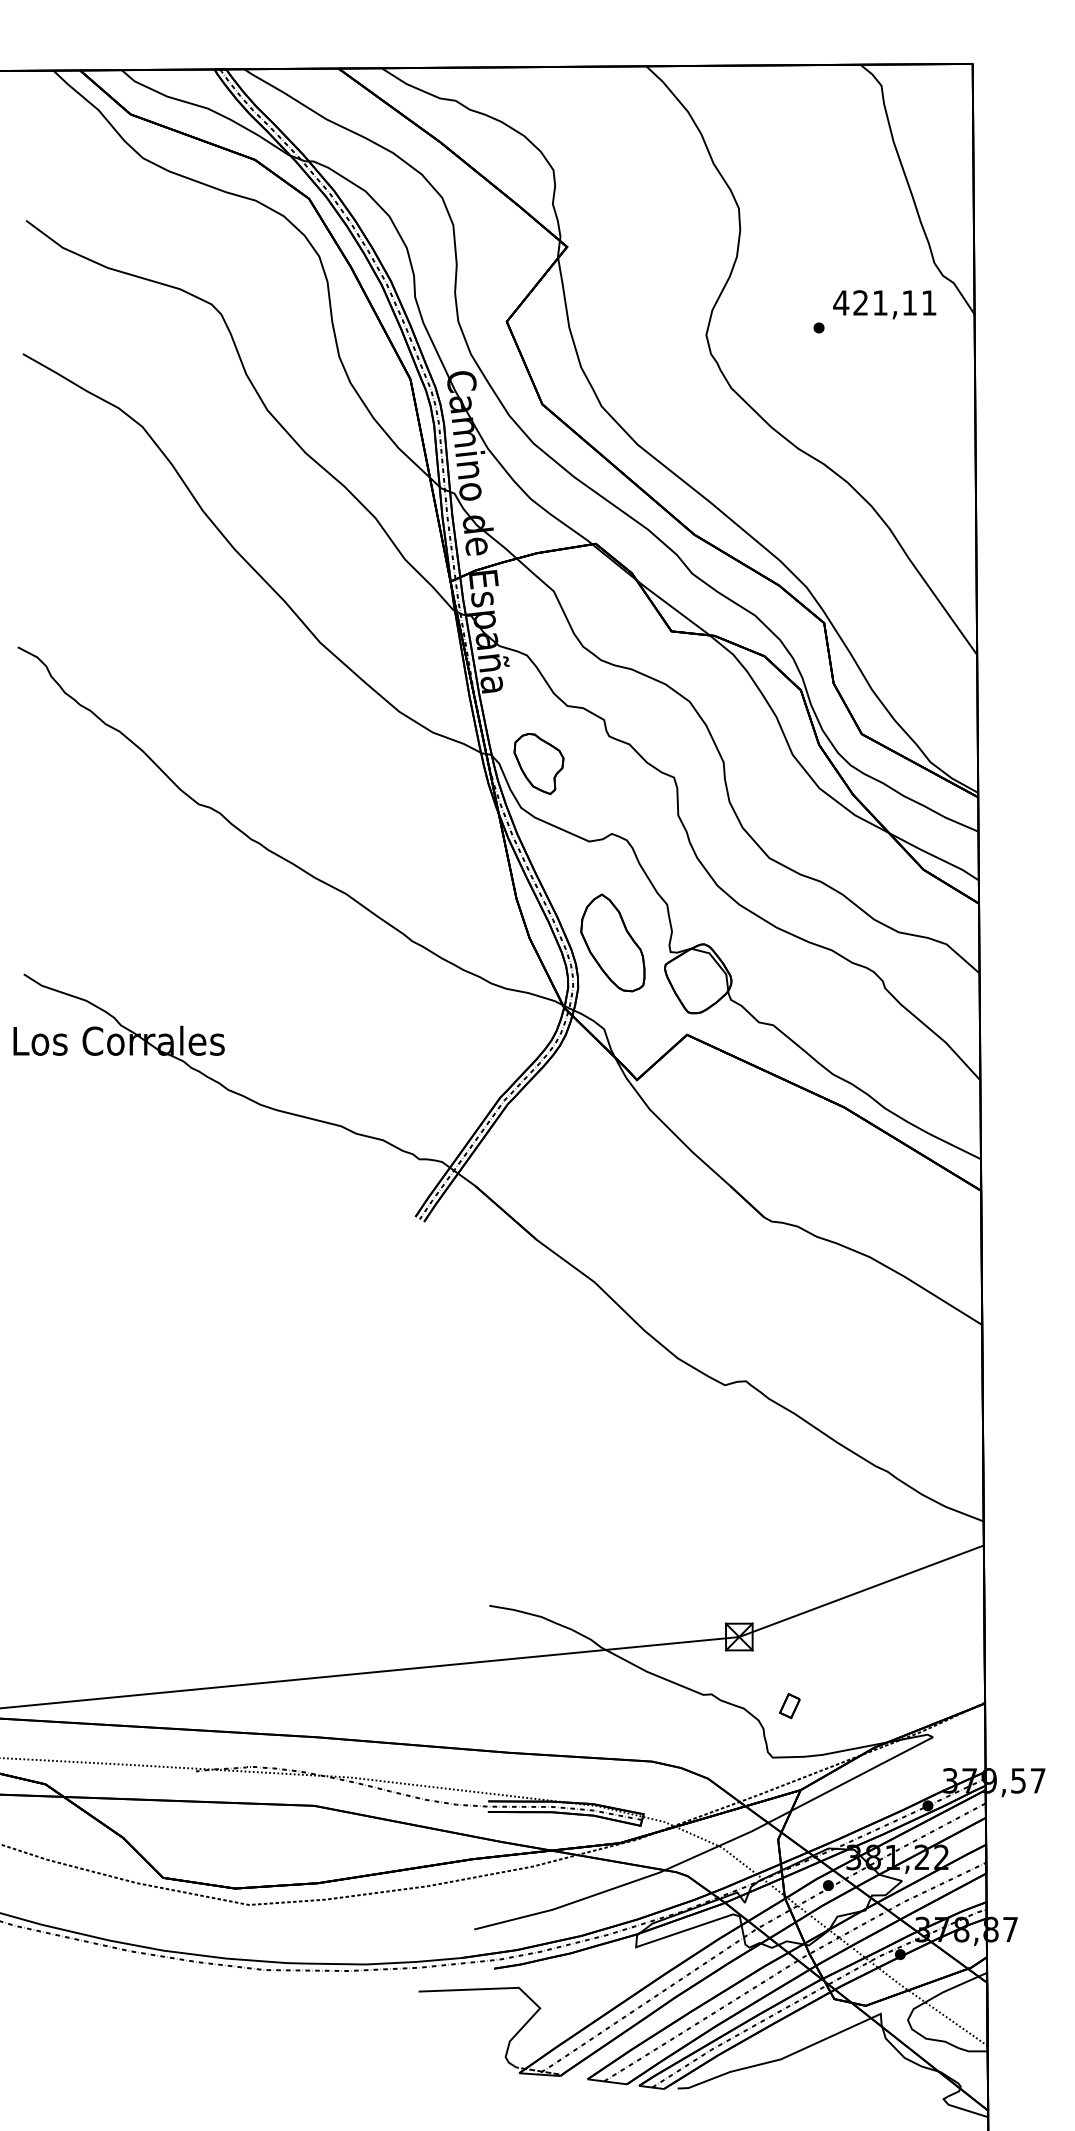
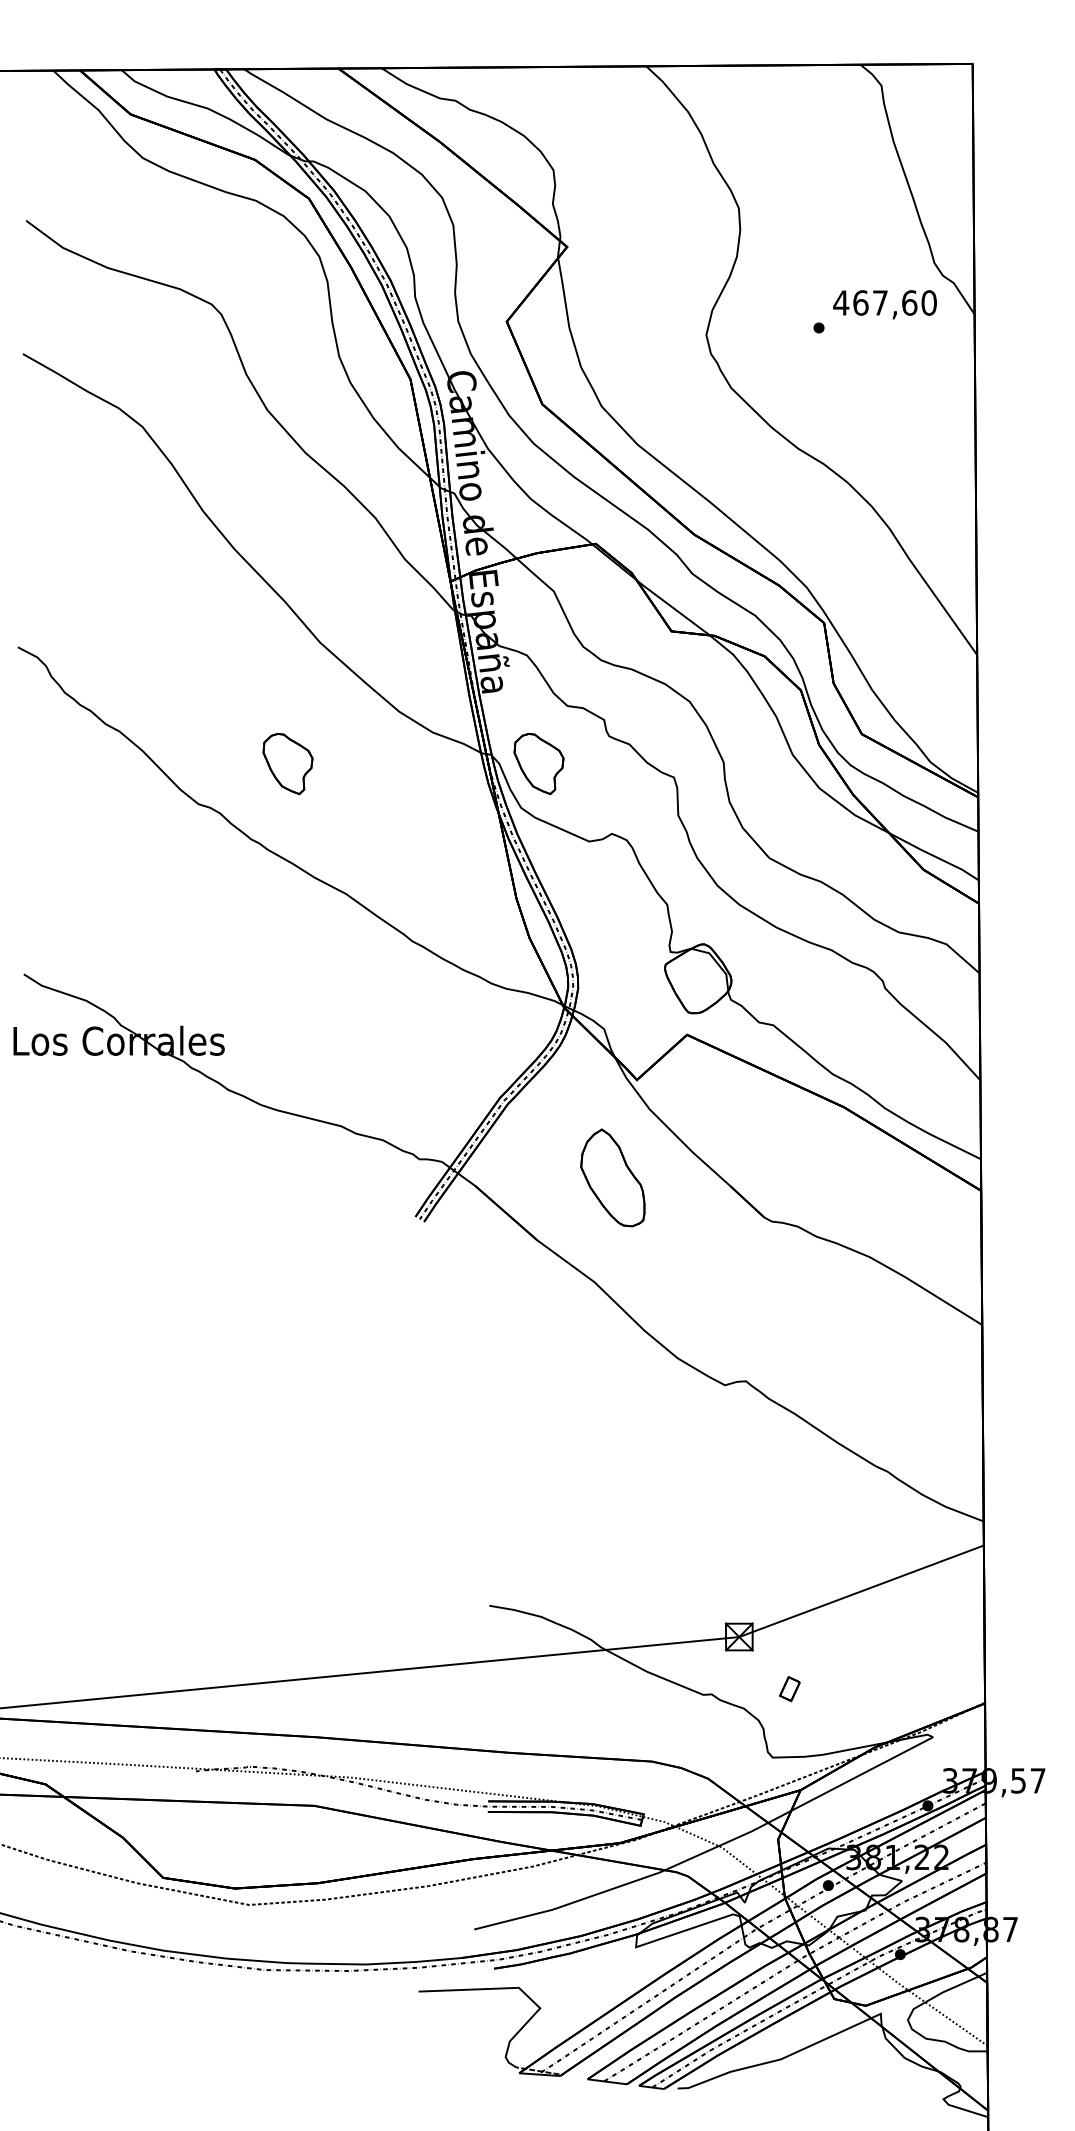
text at (894, 302): 421,11 -> 467,60
part at (287, 764): none -> present
part at (612, 942) position: (612, 942) -> (612, 1177)
part at (789, 1706) position: (789, 1706) -> (789, 1689)
